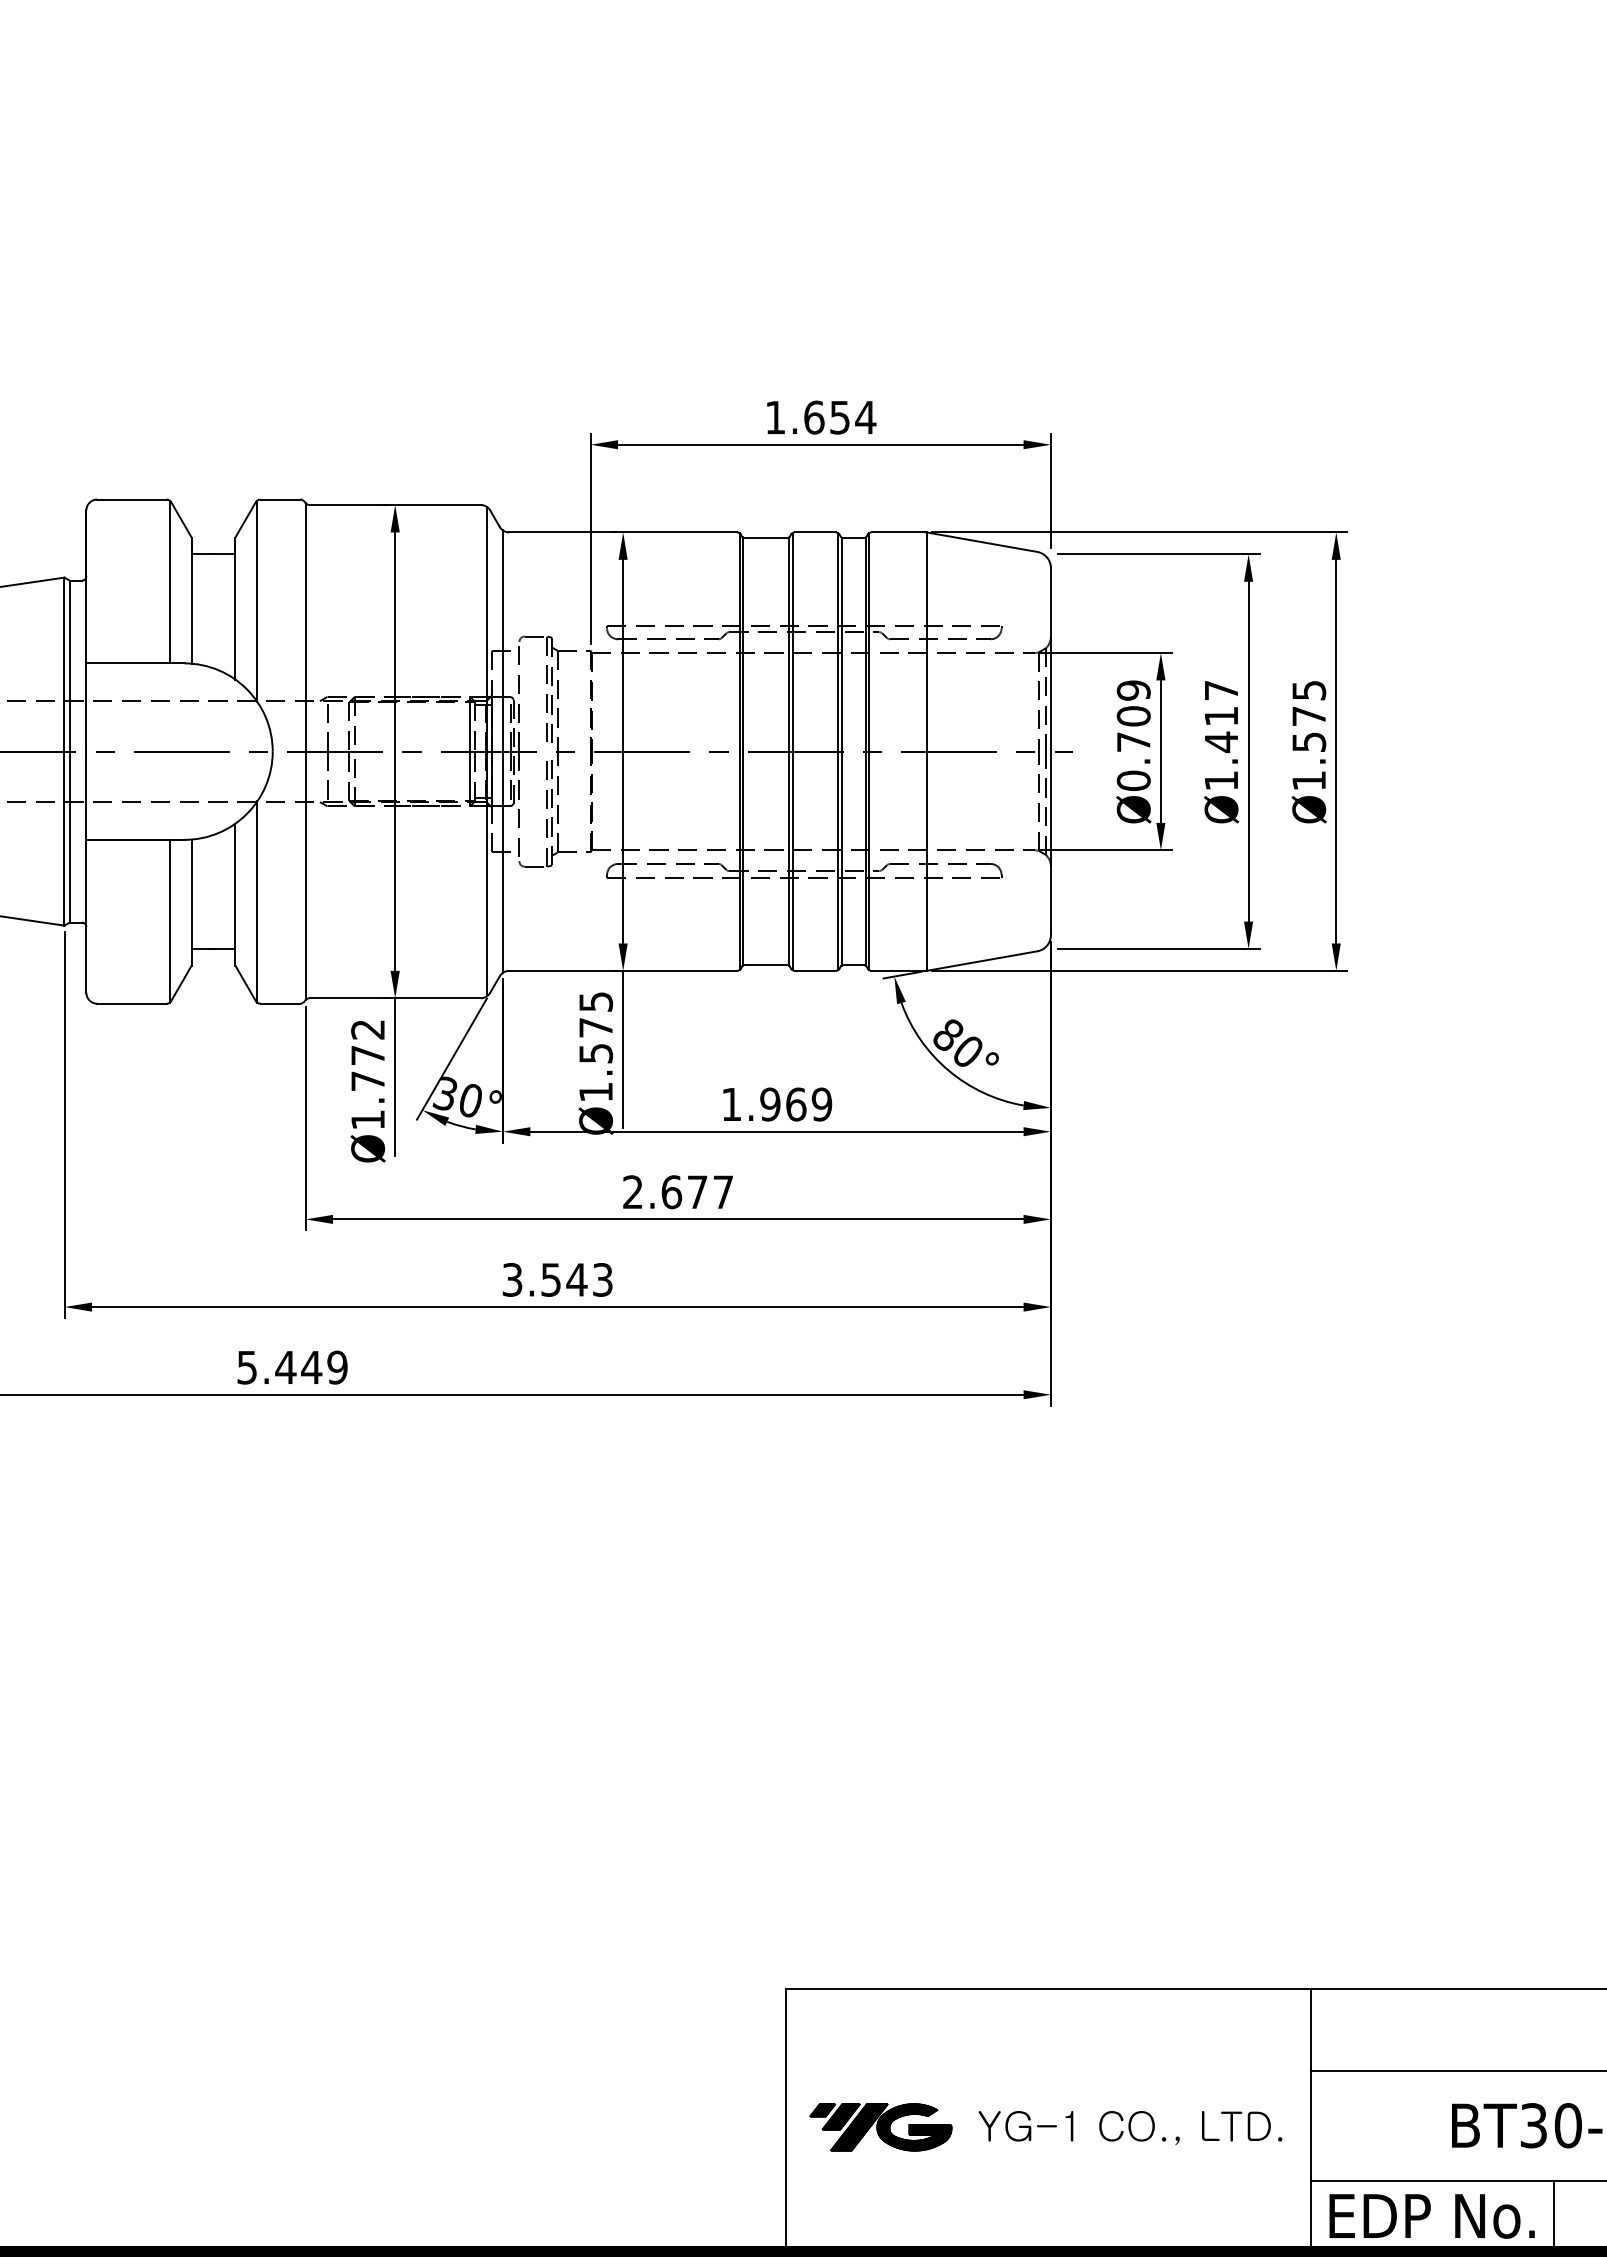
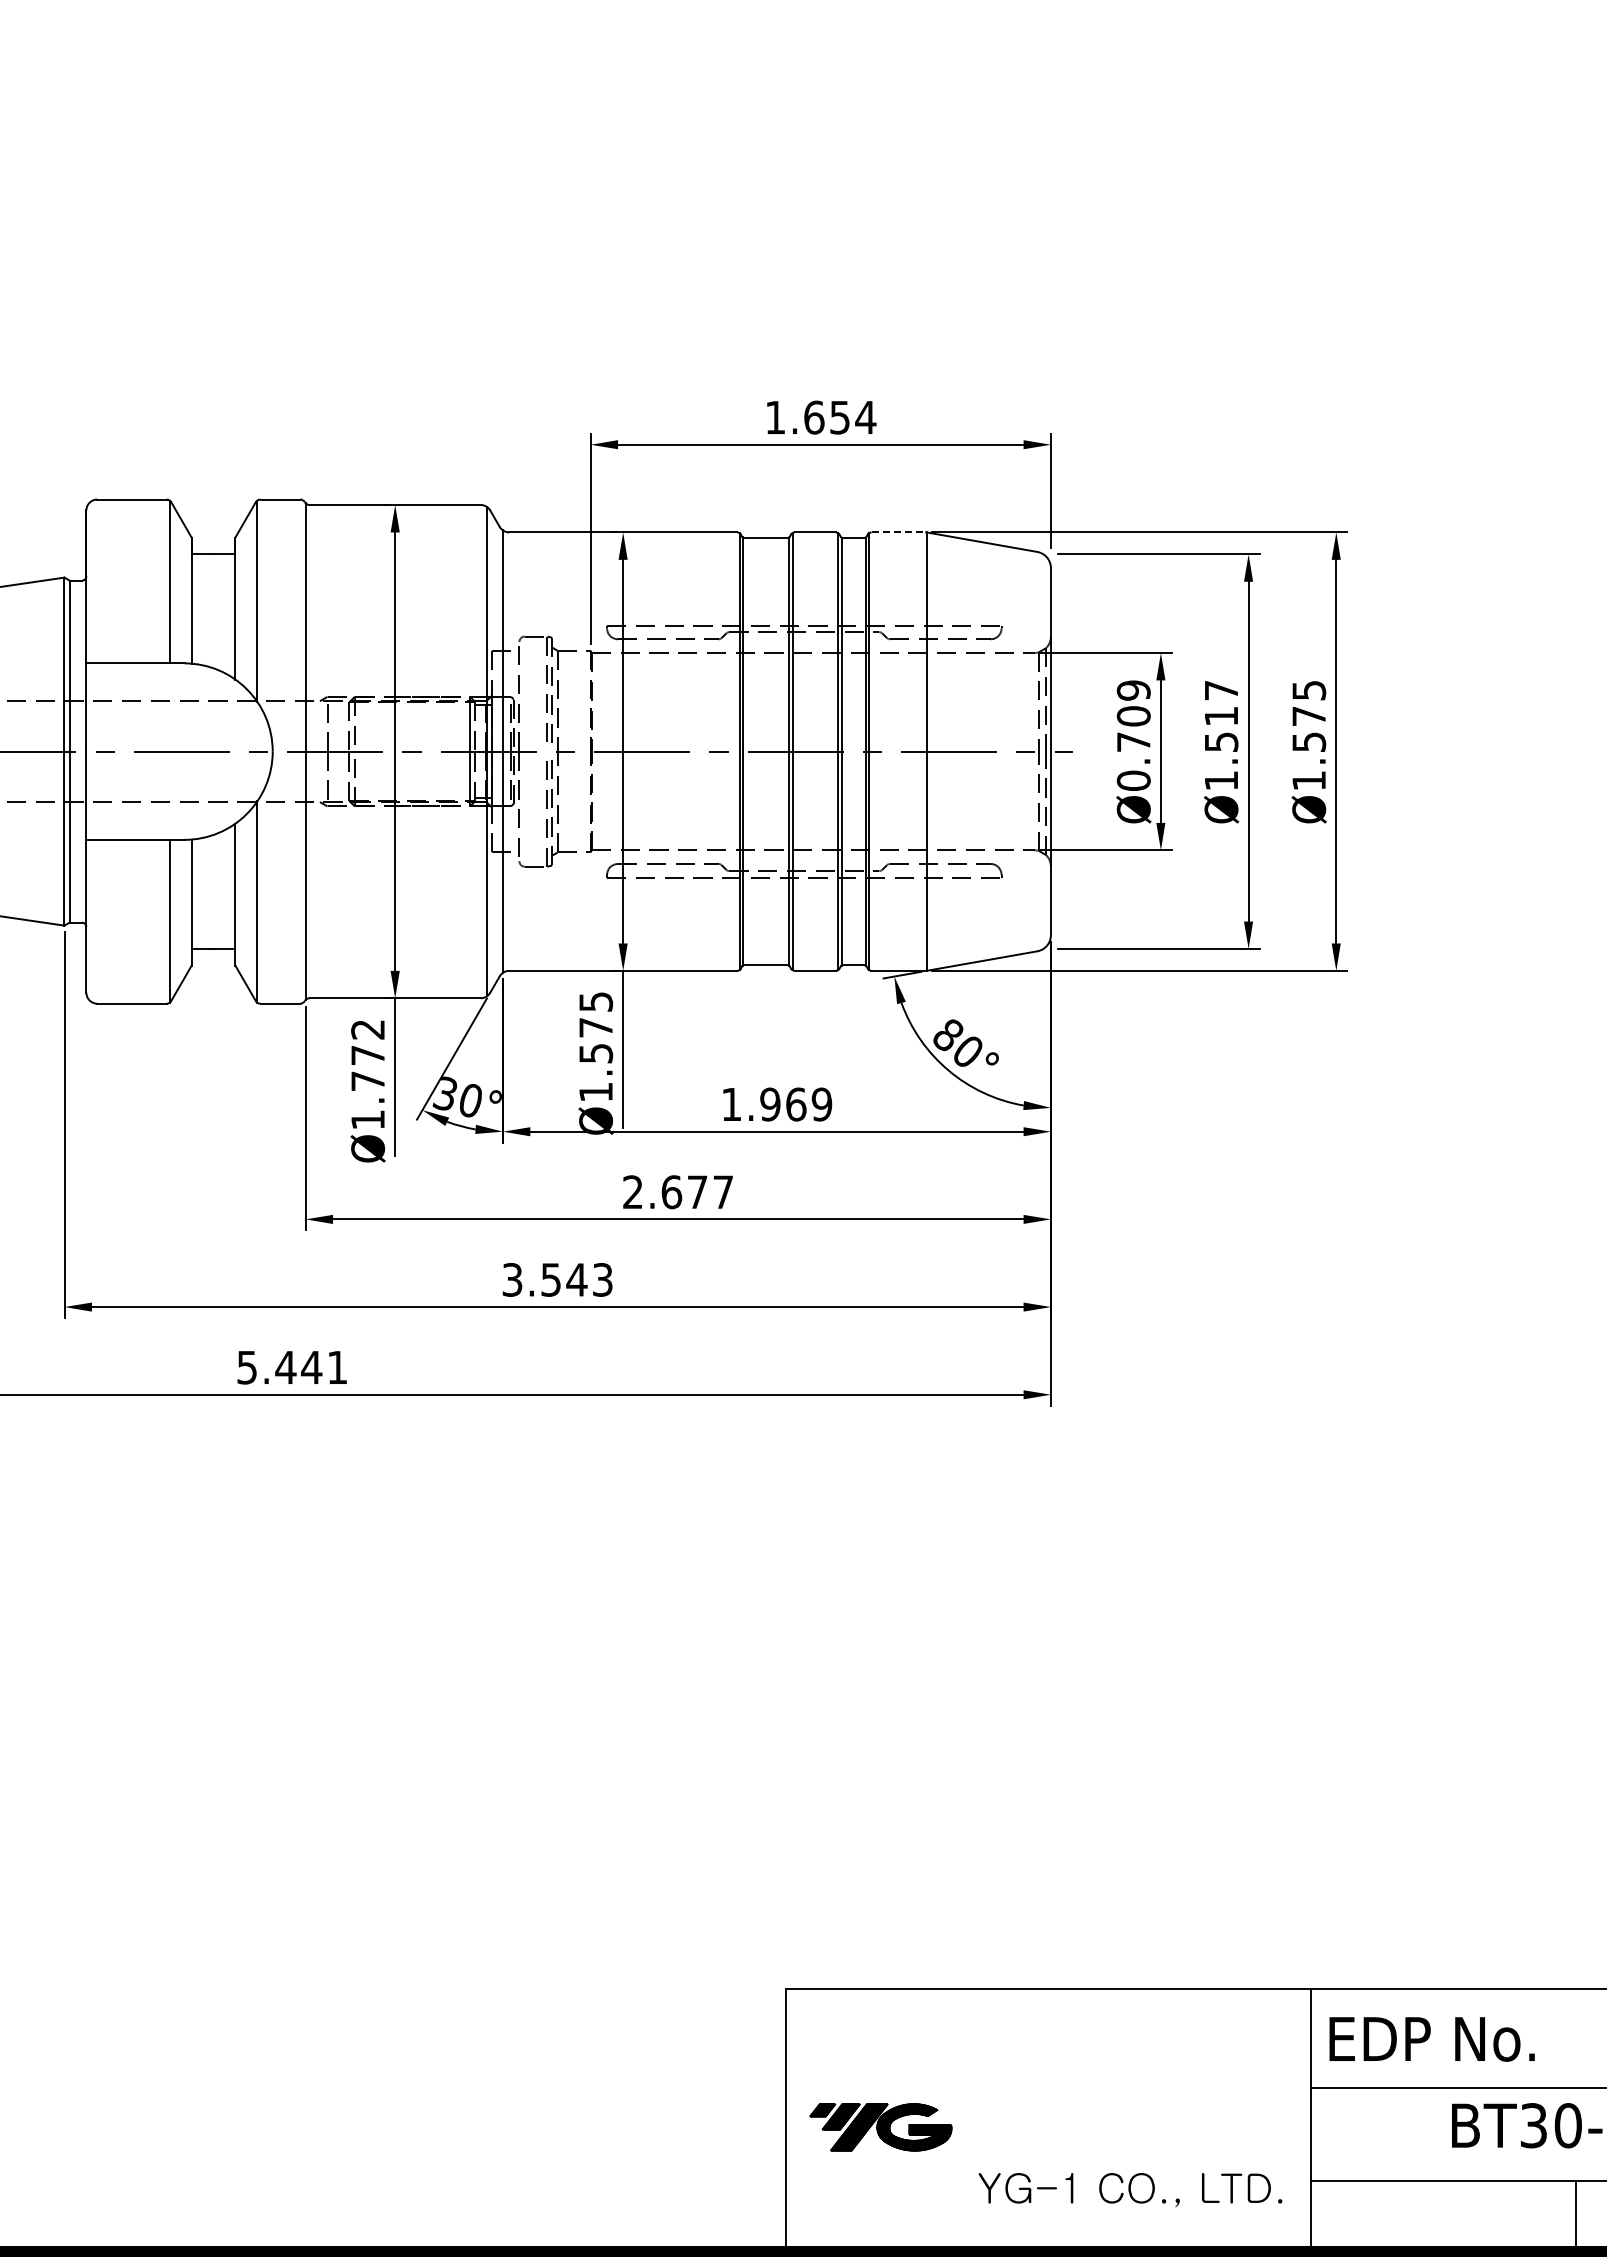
line at (898, 532): solid -> dashed
text at (1221, 742): Ø1.417 -> Ø1.517
text at (337, 1367): 5.449 -> 5.441
line at (1456, 2070) position: (1456, 2070) -> (1456, 2087)
text at (1130, 2128) position: (1130, 2128) -> (1130, 2190)
line at (1554, 2215) position: (1554, 2215) -> (1576, 2215)
text at (1431, 2216) position: (1431, 2216) -> (1431, 2039)
